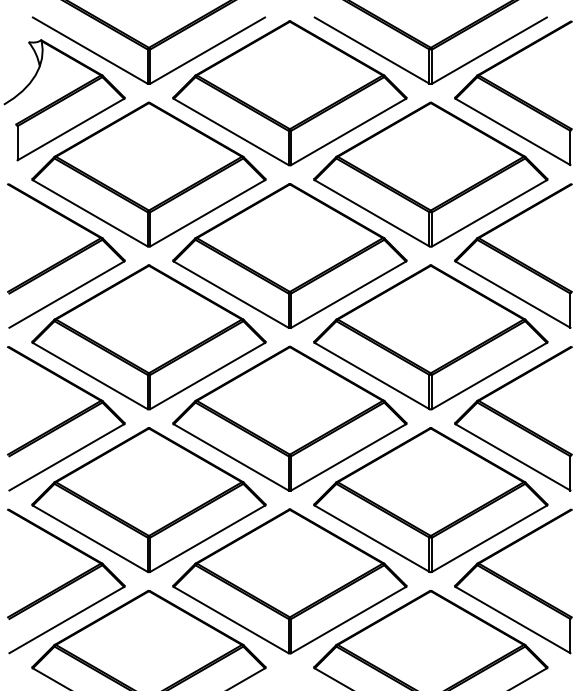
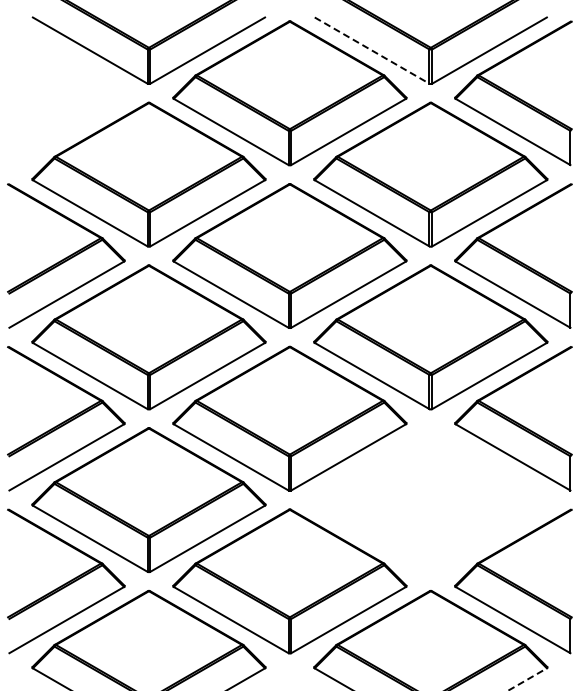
line at (372, 50): solid -> dashed
part at (64, 100): present -> none
part at (430, 500): present -> none
line at (527, 679): solid -> dashed
